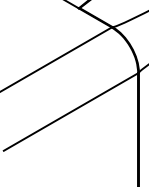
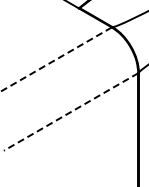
line at (55, 59): solid -> dashed
line at (71, 111): solid -> dashed
